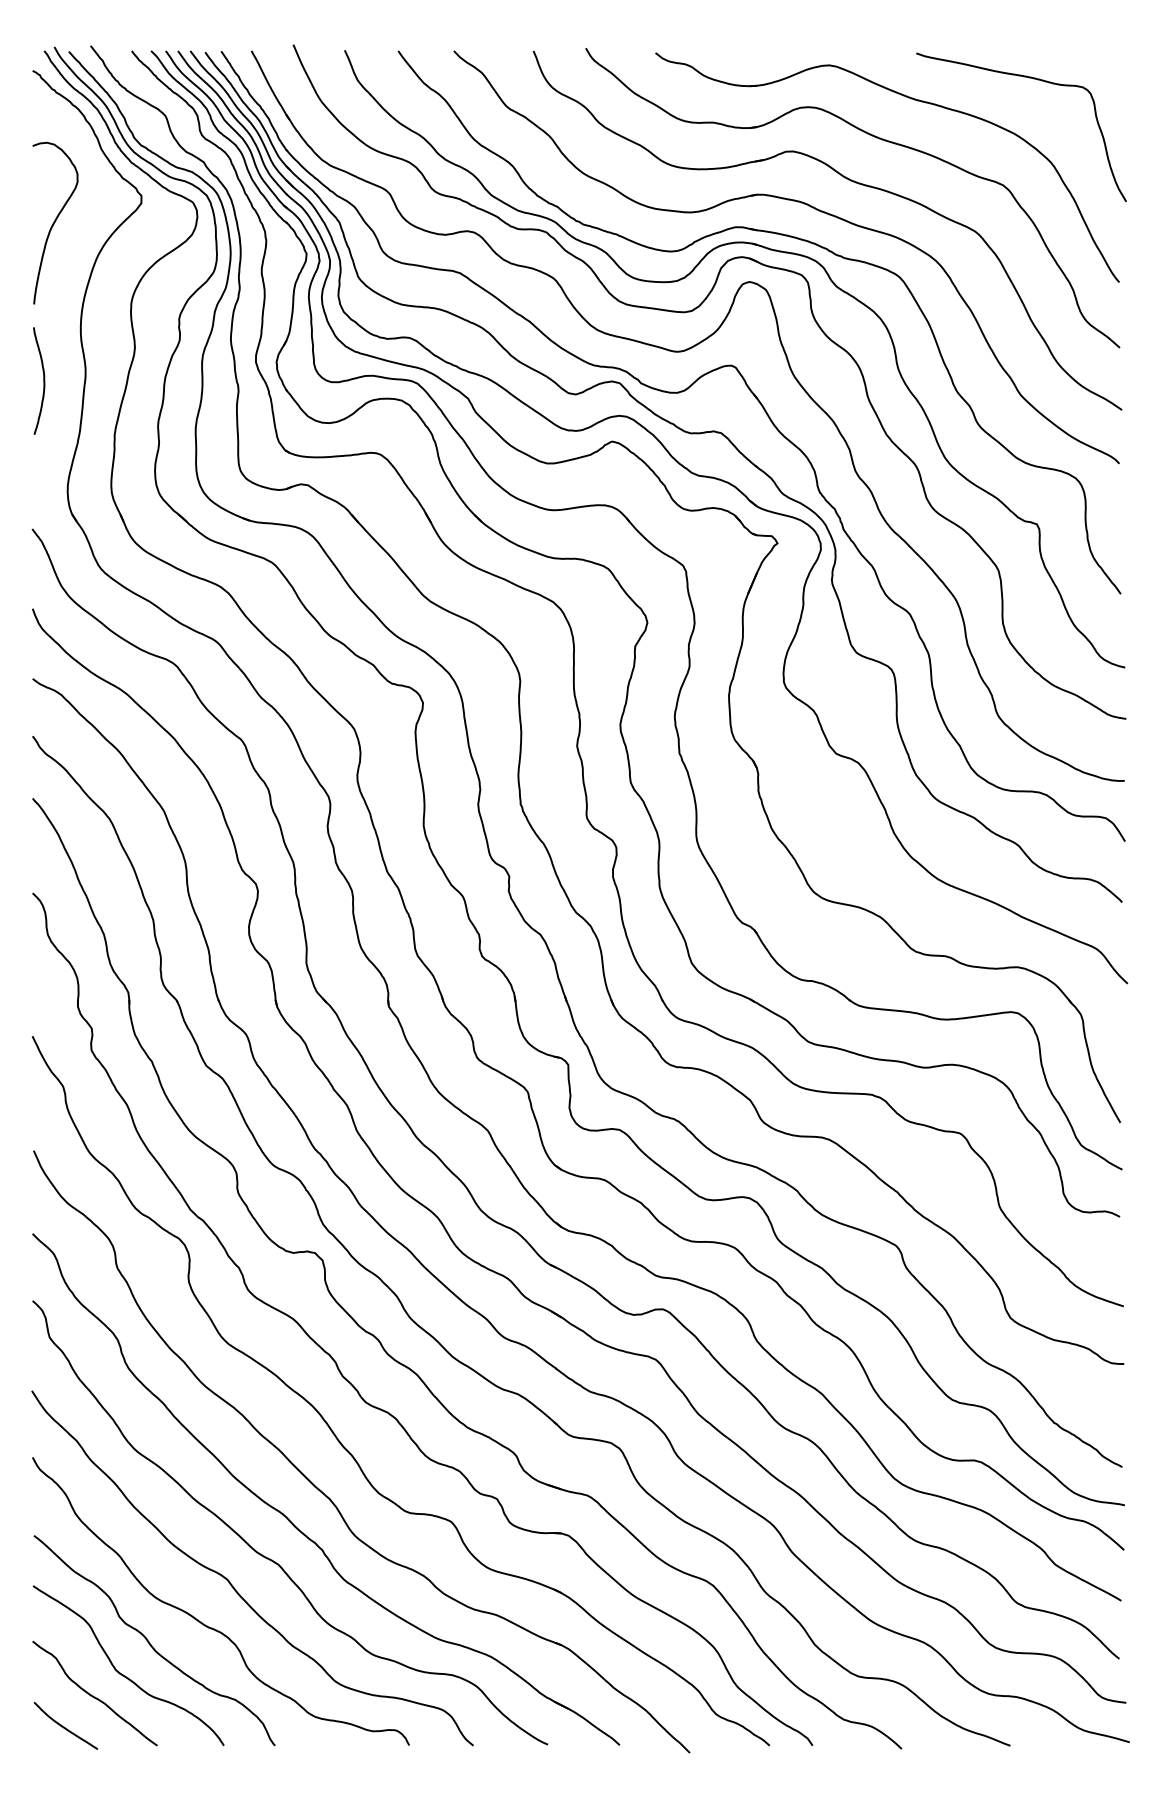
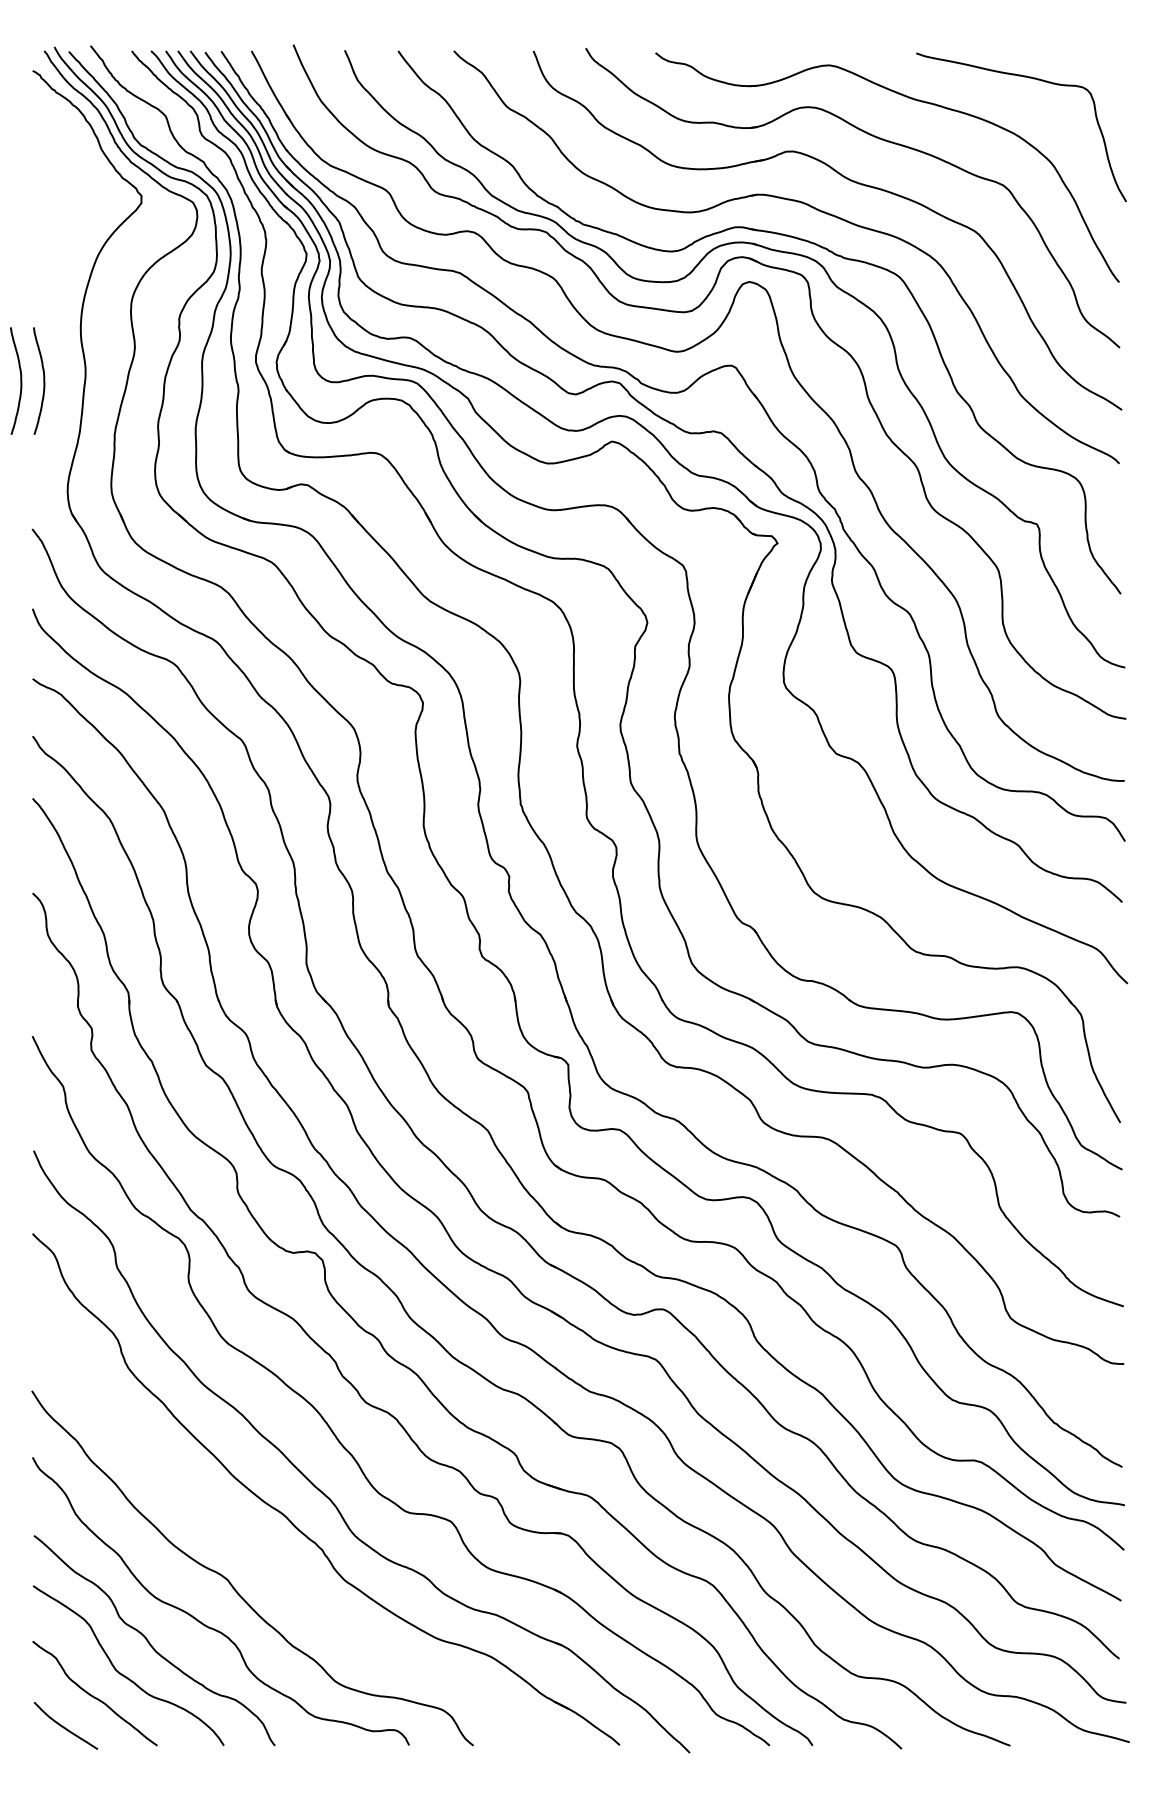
curve at (55, 222): present -> none
curve at (20, 380): none -> present
curve at (270, 1558): present -> none
